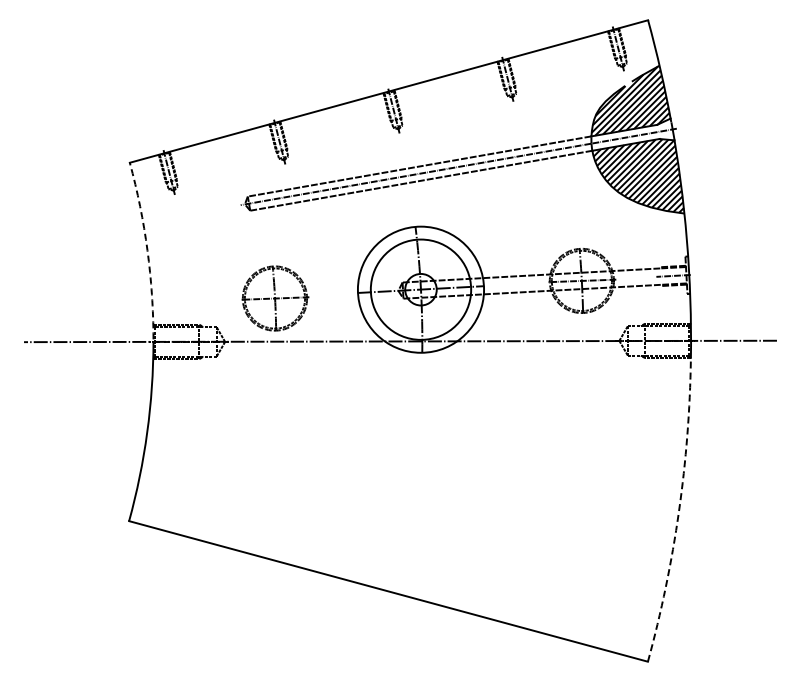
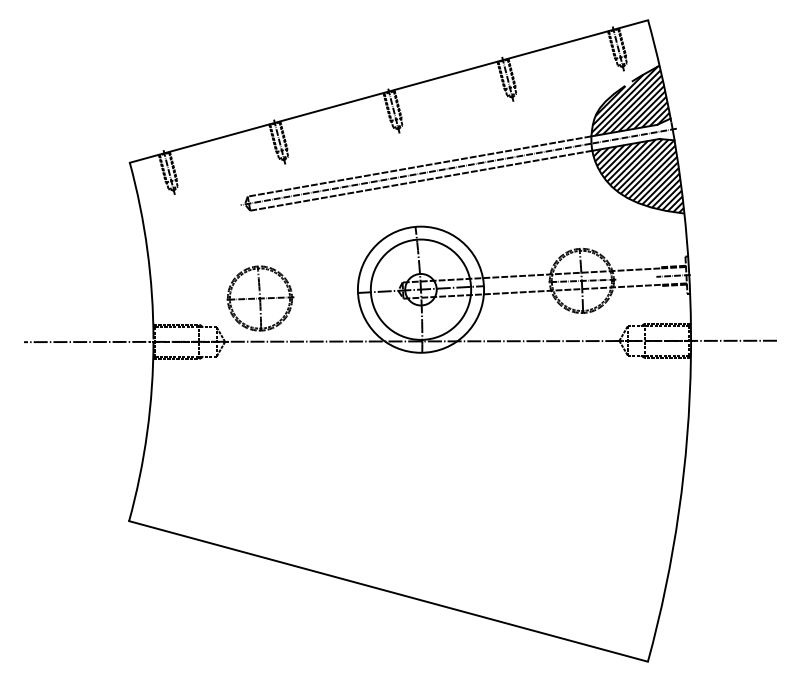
arc at (147, 250): dashed -> solid
part at (275, 298) position: (275, 298) -> (260, 298)
arc at (678, 511): dashed -> solid
